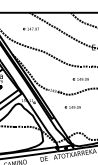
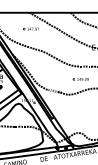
line at (72, 107): present -> none
